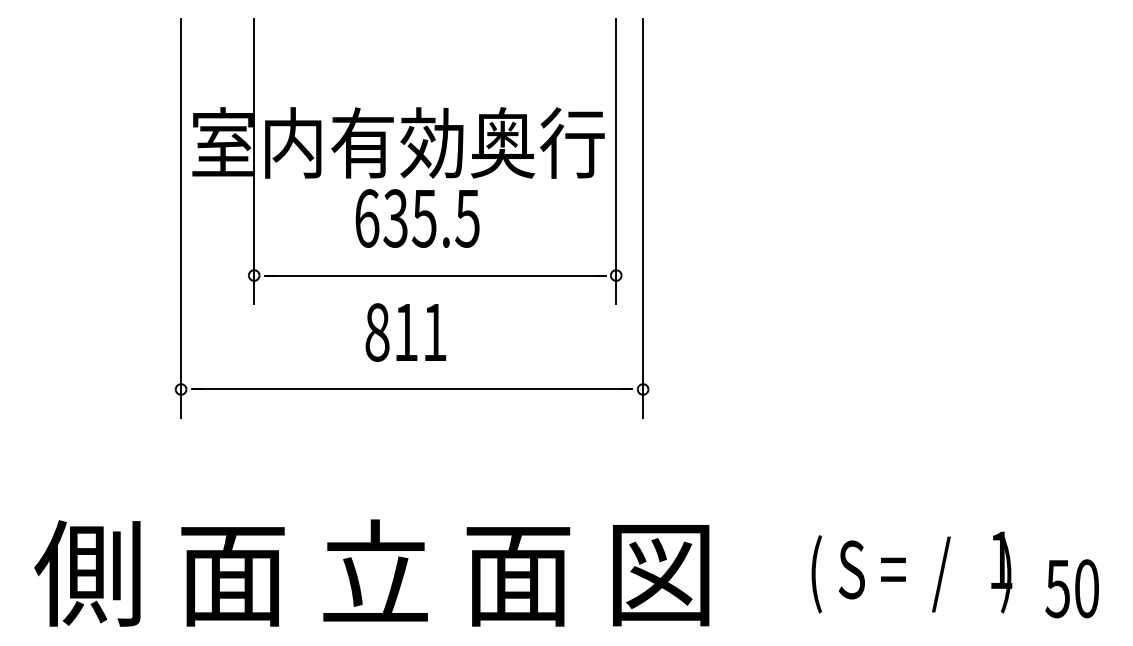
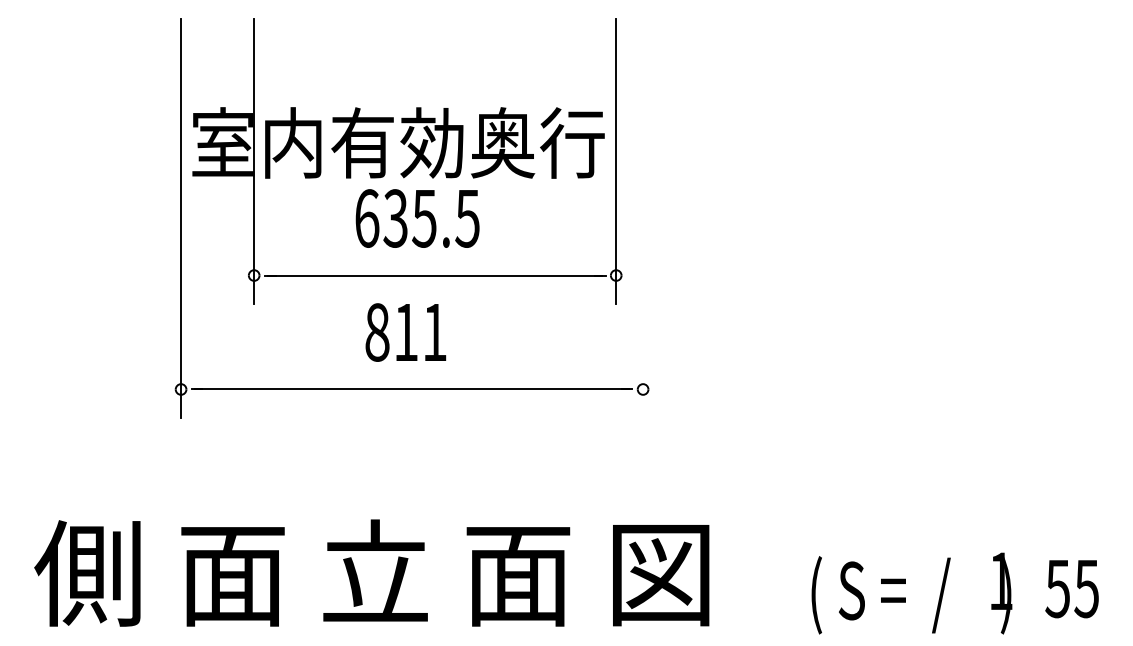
line at (643, 218): present -> none
text at (911, 572) position: (911, 572) -> (911, 593)
text at (1086, 588): 50 -> 55
